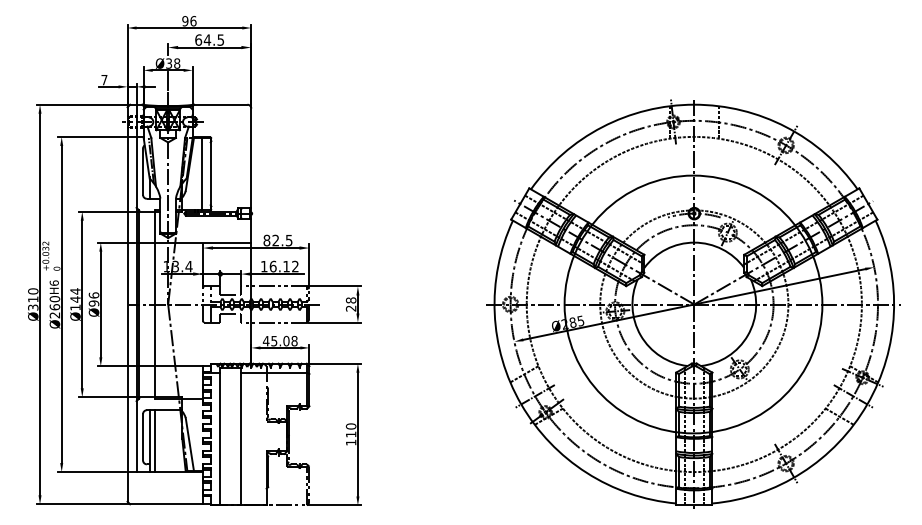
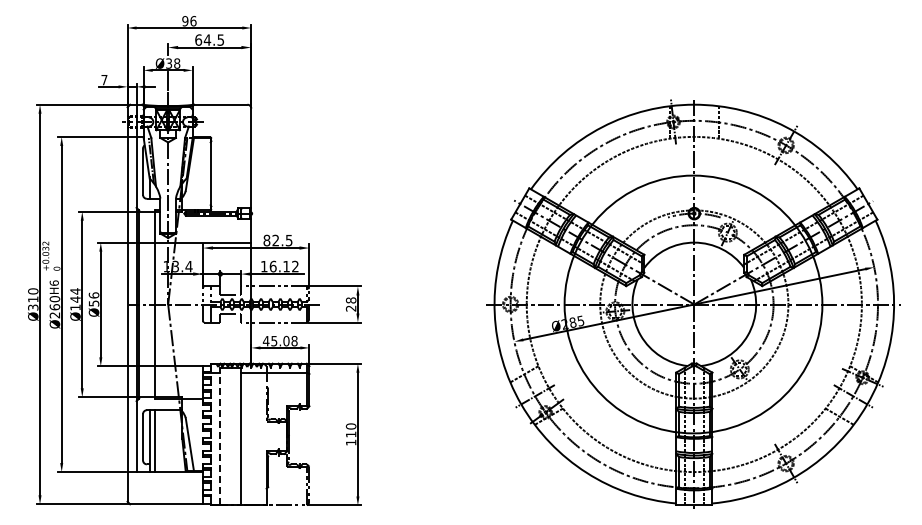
line at (202, 174): present -> none
text at (93, 303): Ø96 -> Ø56
line at (220, 436): solid -> dashed
